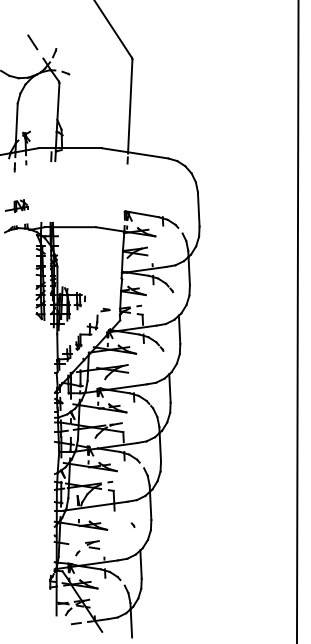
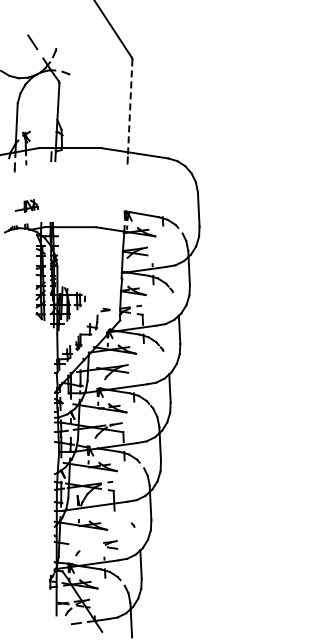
line at (130, 106): solid -> dashed
part at (16, 205) position: (16, 205) -> (26, 205)
line at (297, 321): present -> none
part at (92, 544) position: (92, 544) -> (110, 544)
